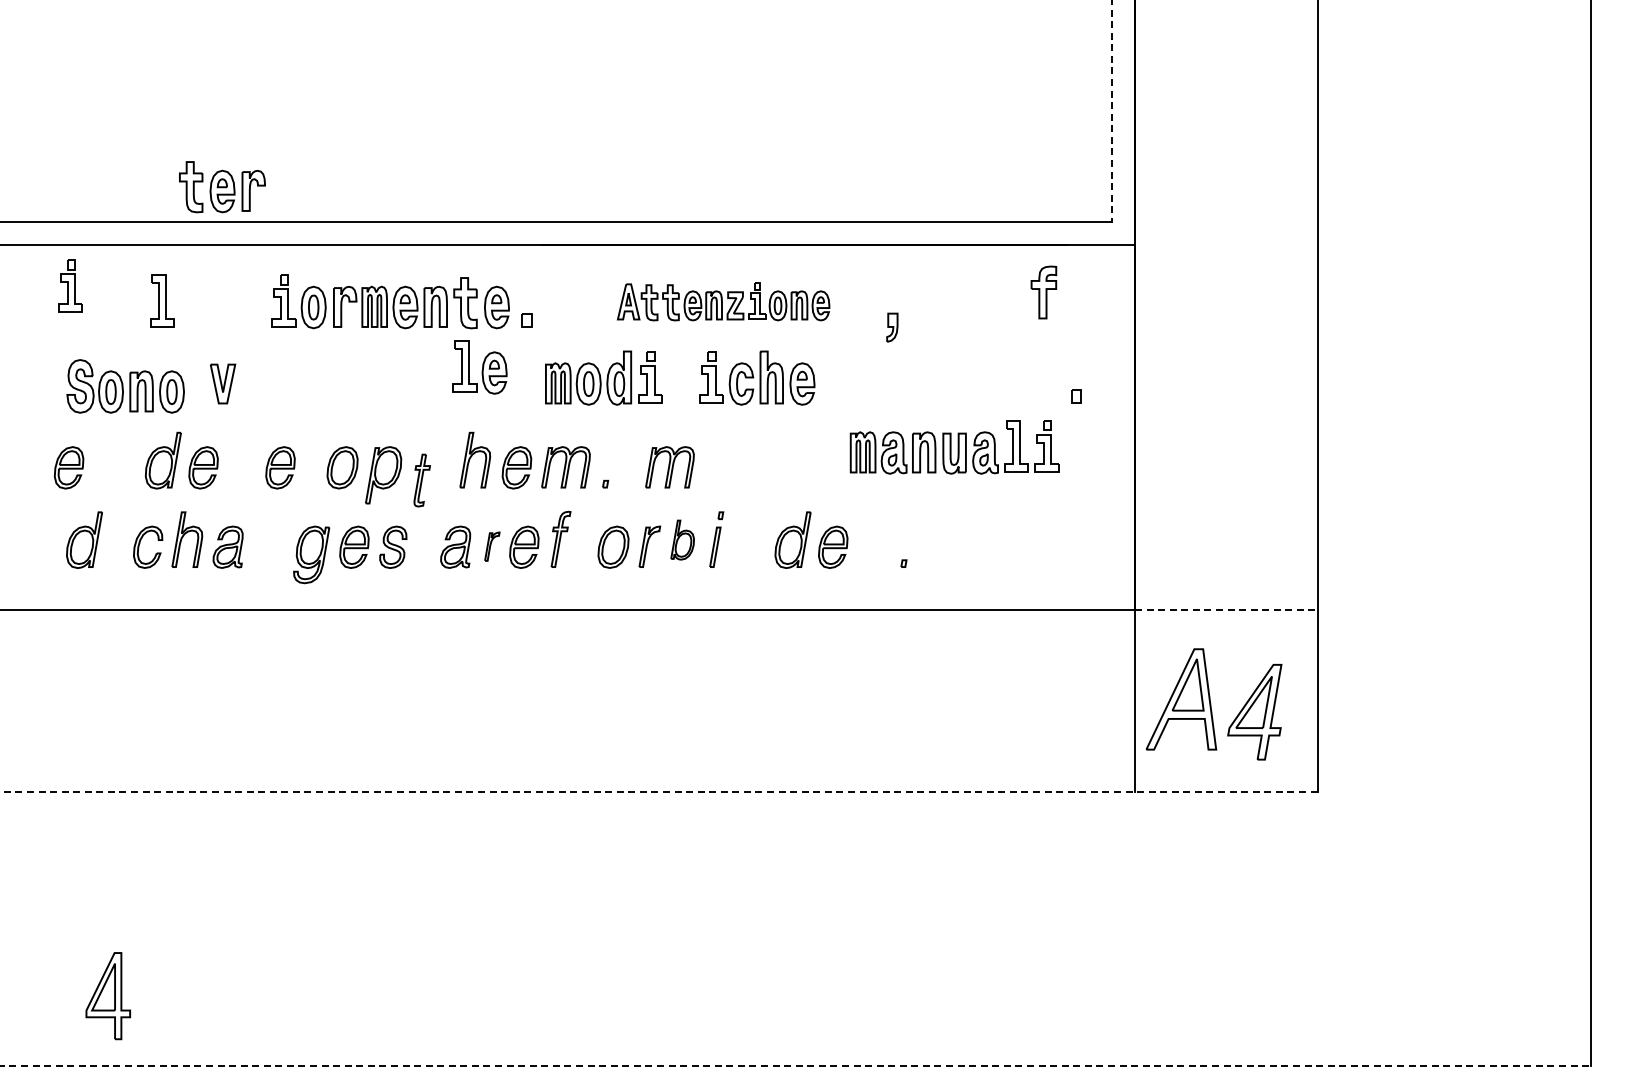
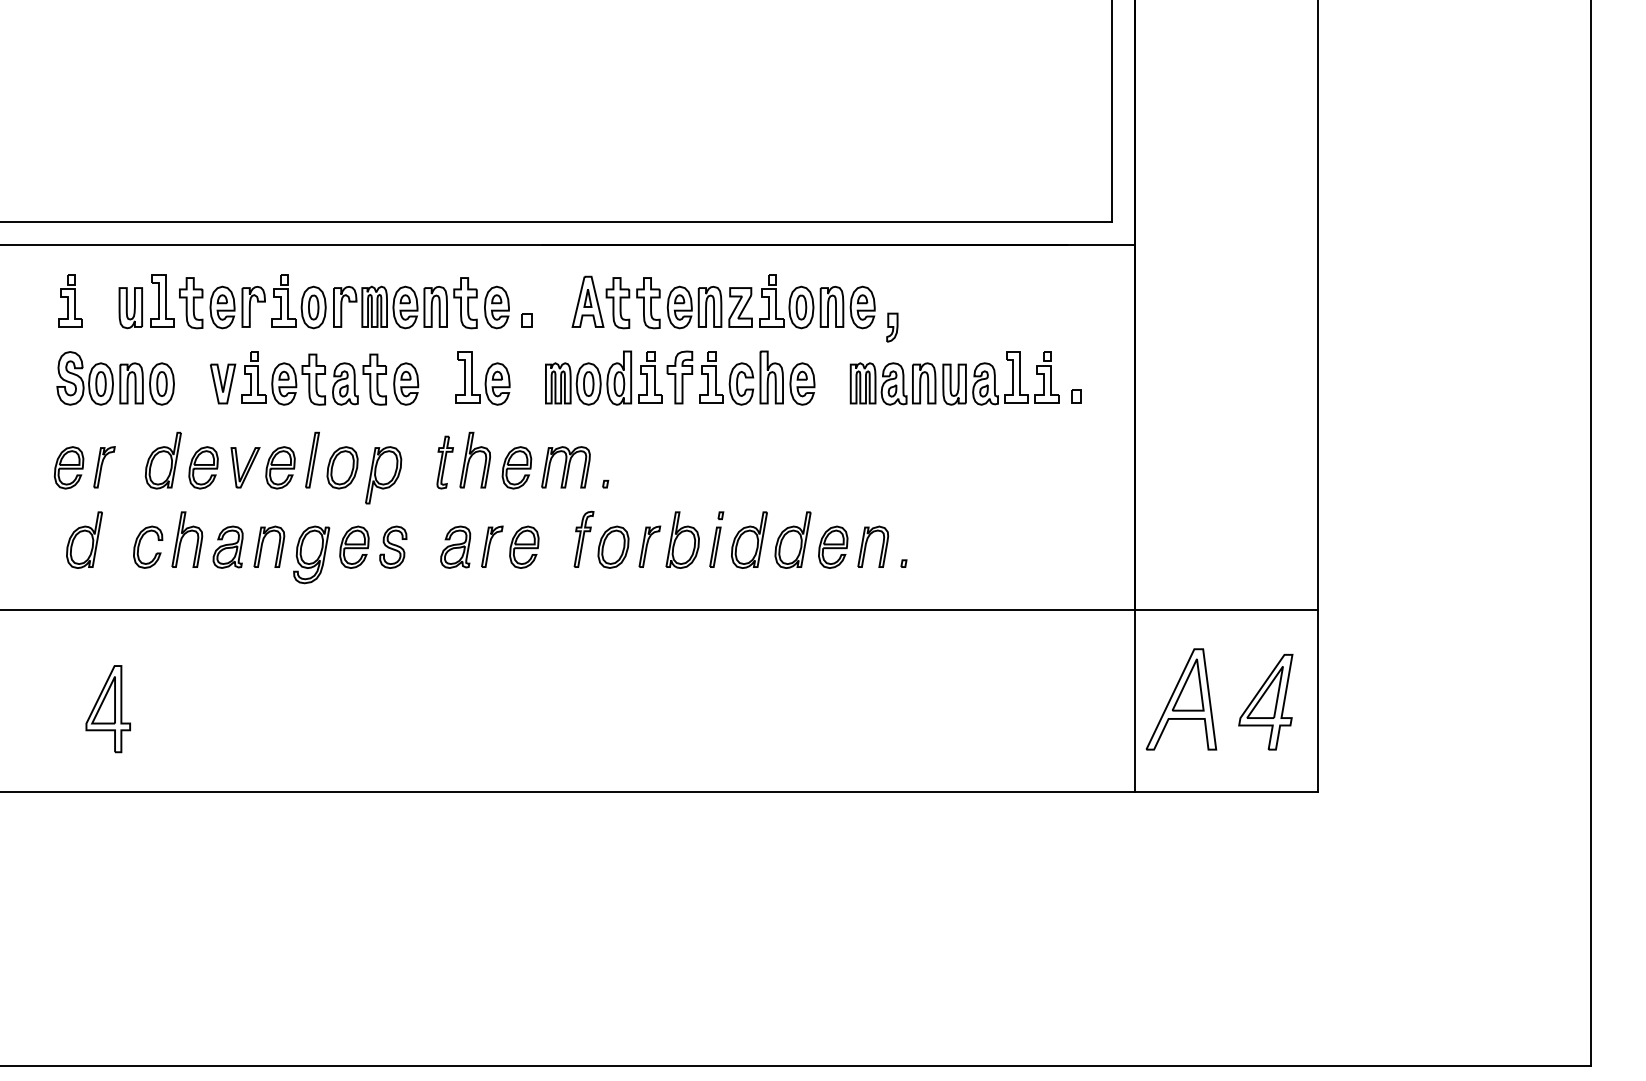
line at (1112, 111): dashed -> solid
part at (222, 187) position: (222, 187) -> (222, 303)
part at (70, 285) position: (70, 285) -> (70, 300)
part at (1043, 292) position: (1043, 292) -> (679, 377)
part at (723, 301) size: 214x40 px -> 305x56 px
part at (130, 308): none -> present
part at (479, 367) position: (479, 367) -> (482, 378)
part at (330, 378): none -> present
part at (125, 386) position: (125, 386) -> (115, 378)
part at (954, 447) position: (954, 447) -> (954, 378)
part at (312, 459): none -> present
part at (104, 467): none -> present
part at (245, 467): none -> present
part at (669, 467): present -> none
part at (421, 480) position: (421, 480) -> (444, 462)
part at (560, 538) position: (560, 538) -> (583, 538)
part at (682, 539) size: 25x42 px -> 35x58 px
part at (749, 539): none -> present
part at (263, 543): none -> present
part at (492, 546) size: 17x31 px -> 23x43 px
part at (866, 546): none -> present
line at (1226, 609): dashed -> solid
part at (1254, 712) position: (1254, 712) -> (1265, 702)
line at (658, 792): dashed -> solid
part at (107, 996) position: (107, 996) -> (107, 709)
line at (795, 1066): dashed -> solid
